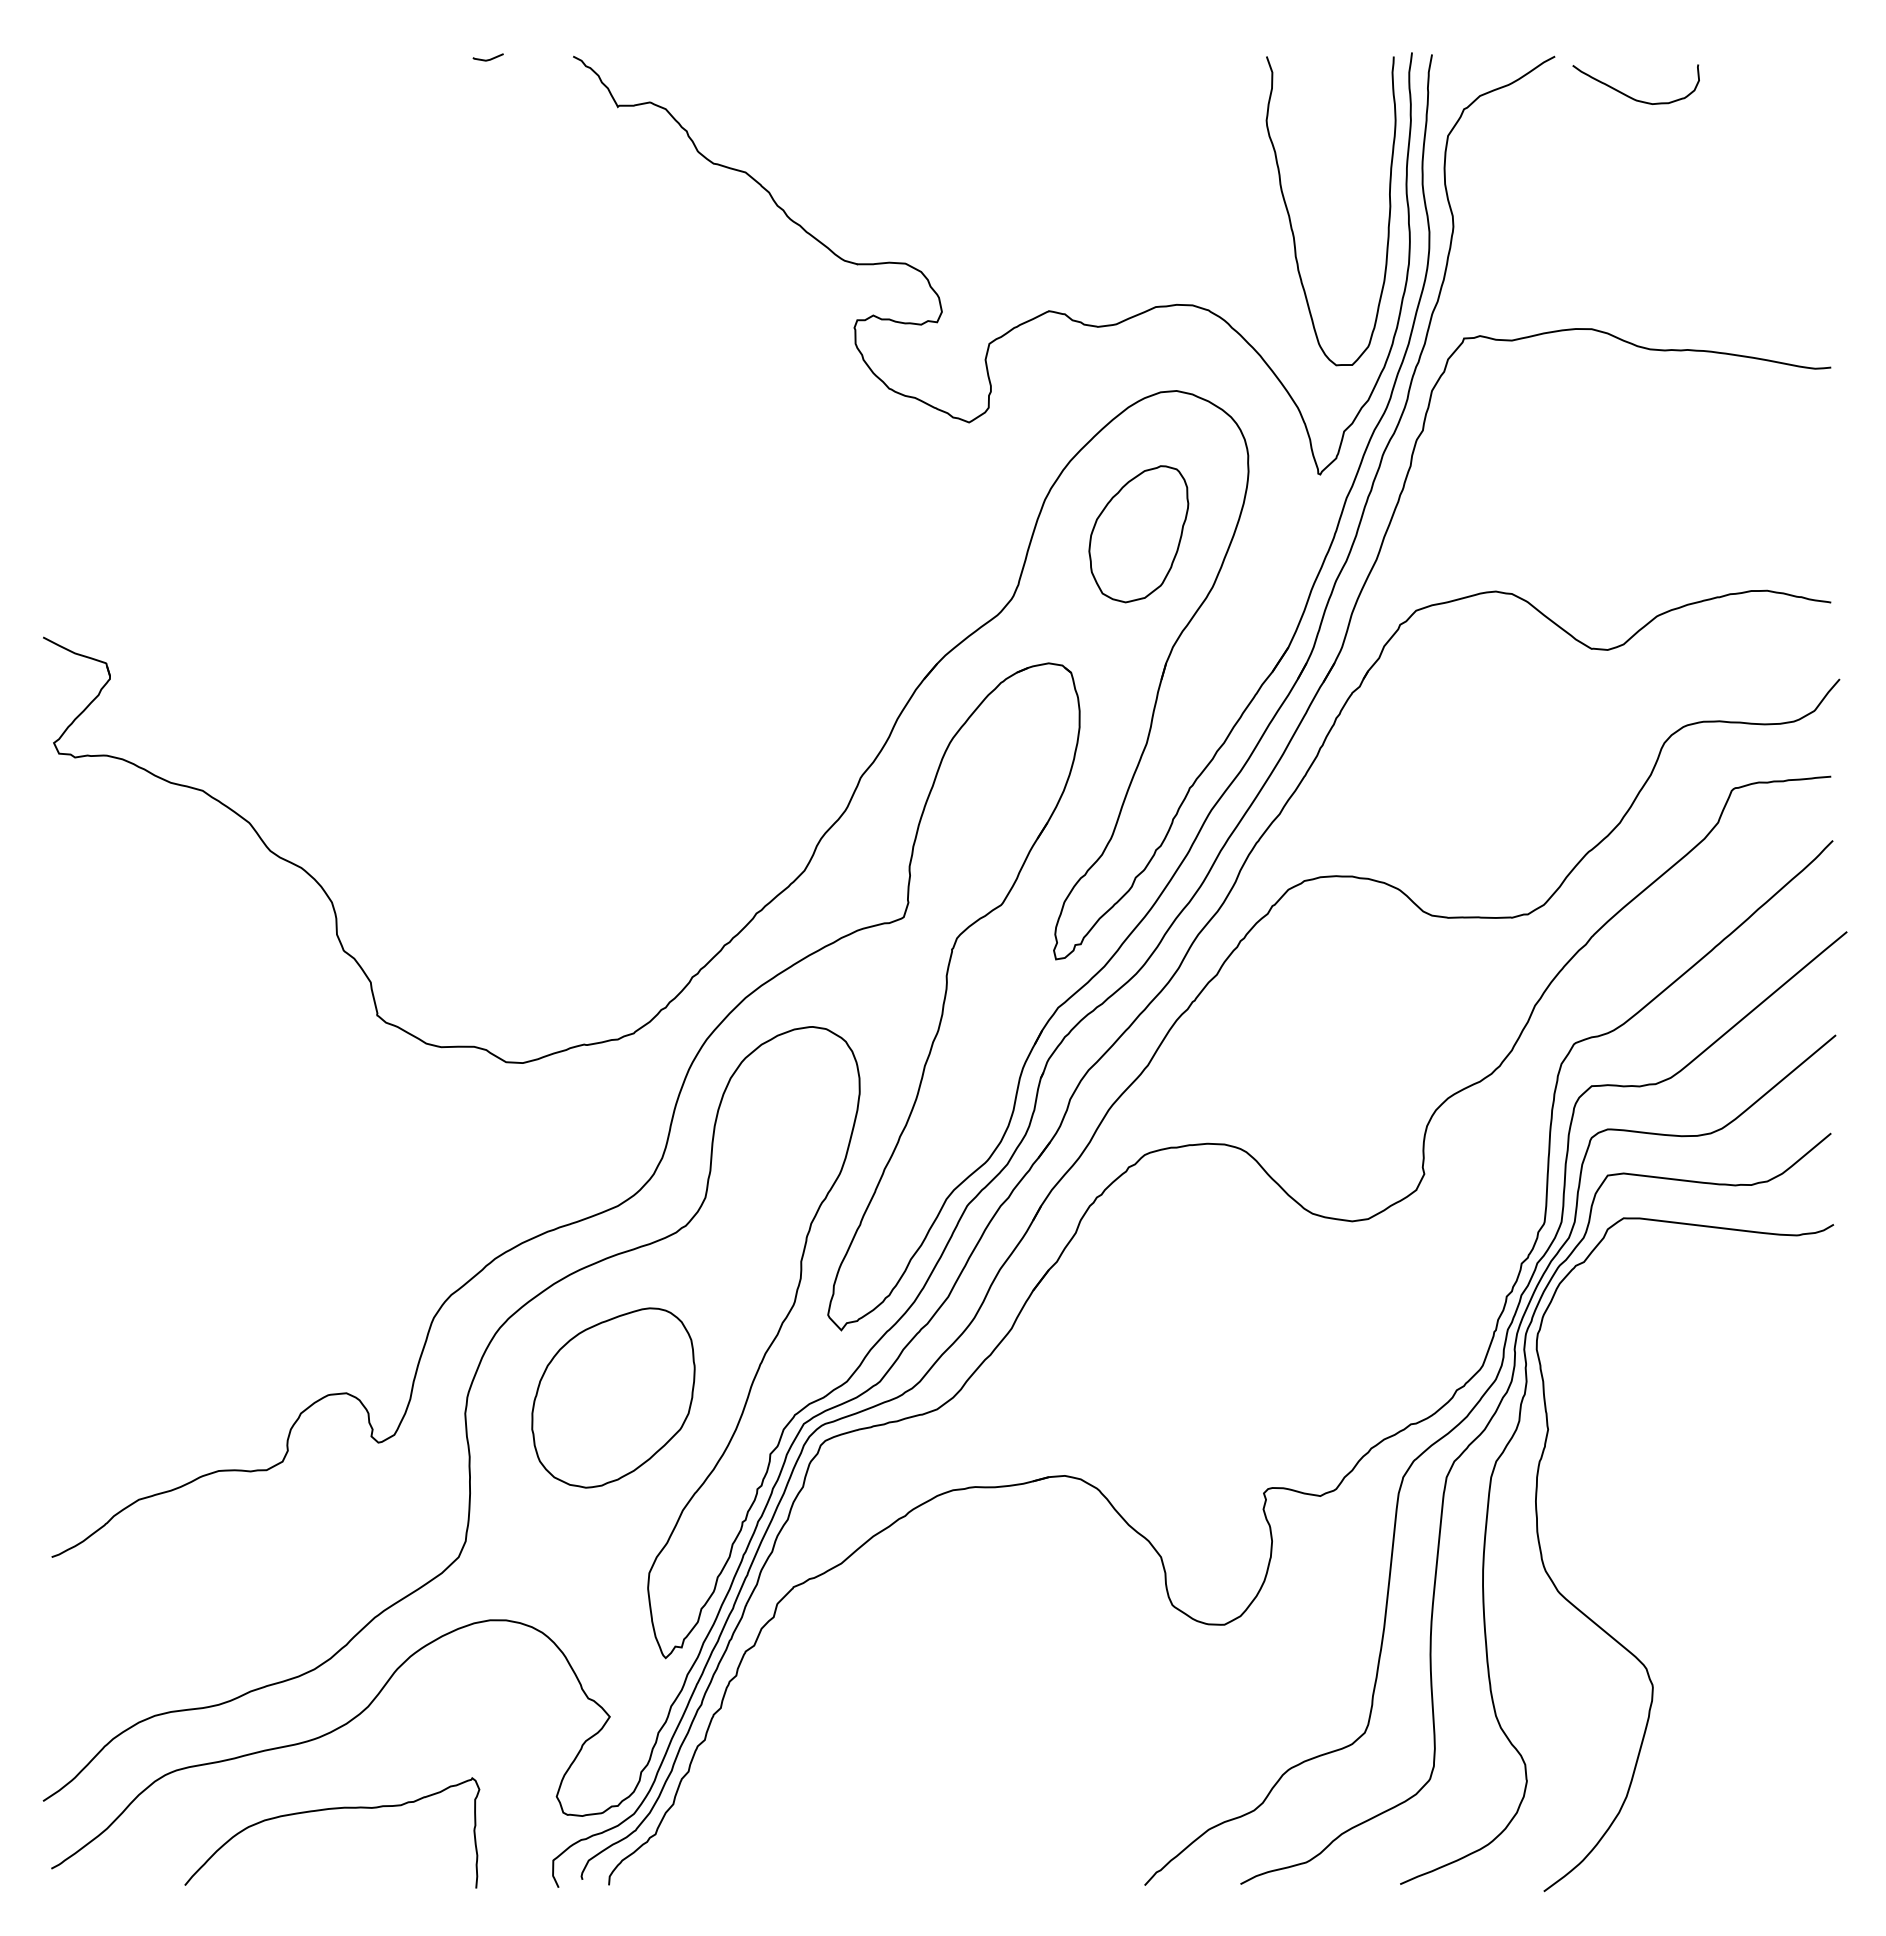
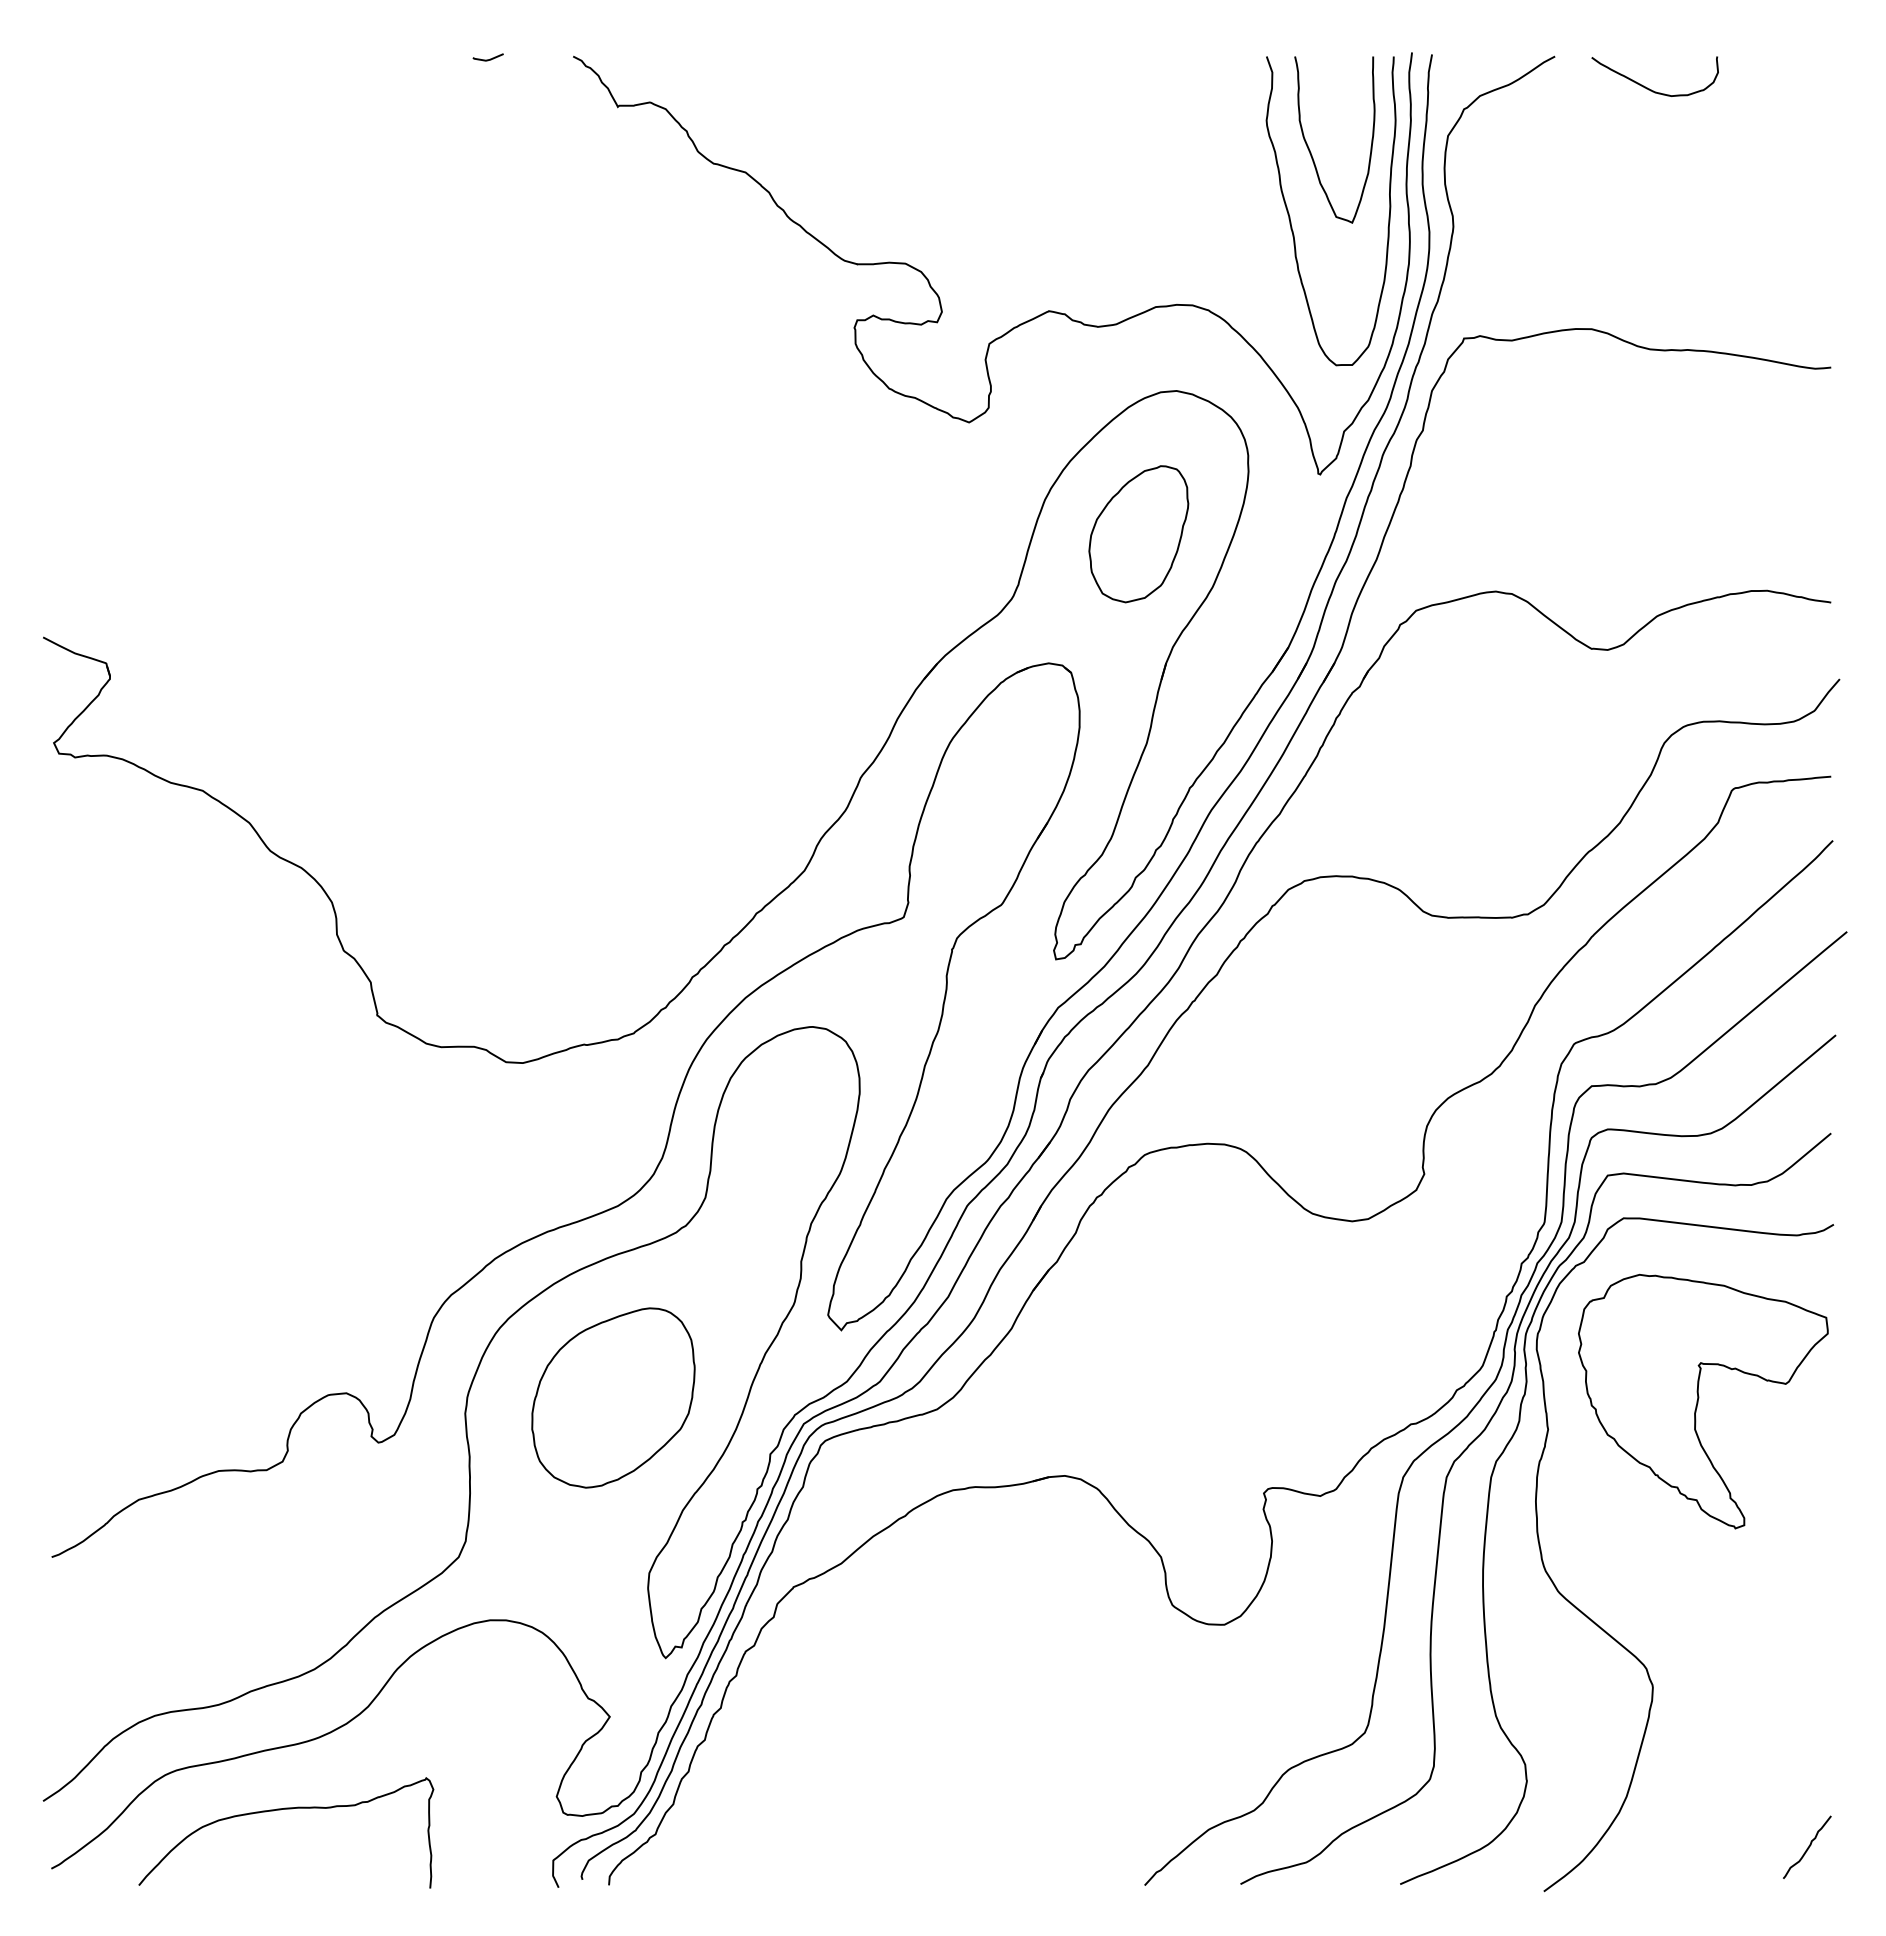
curve at (1630, 96) position: (1630, 96) -> (1649, 88)
curve at (1309, 147): none -> present
part at (1703, 1401): none -> present
curve at (326, 1810) position: (326, 1810) -> (280, 1810)
curve at (1808, 1846): none -> present
